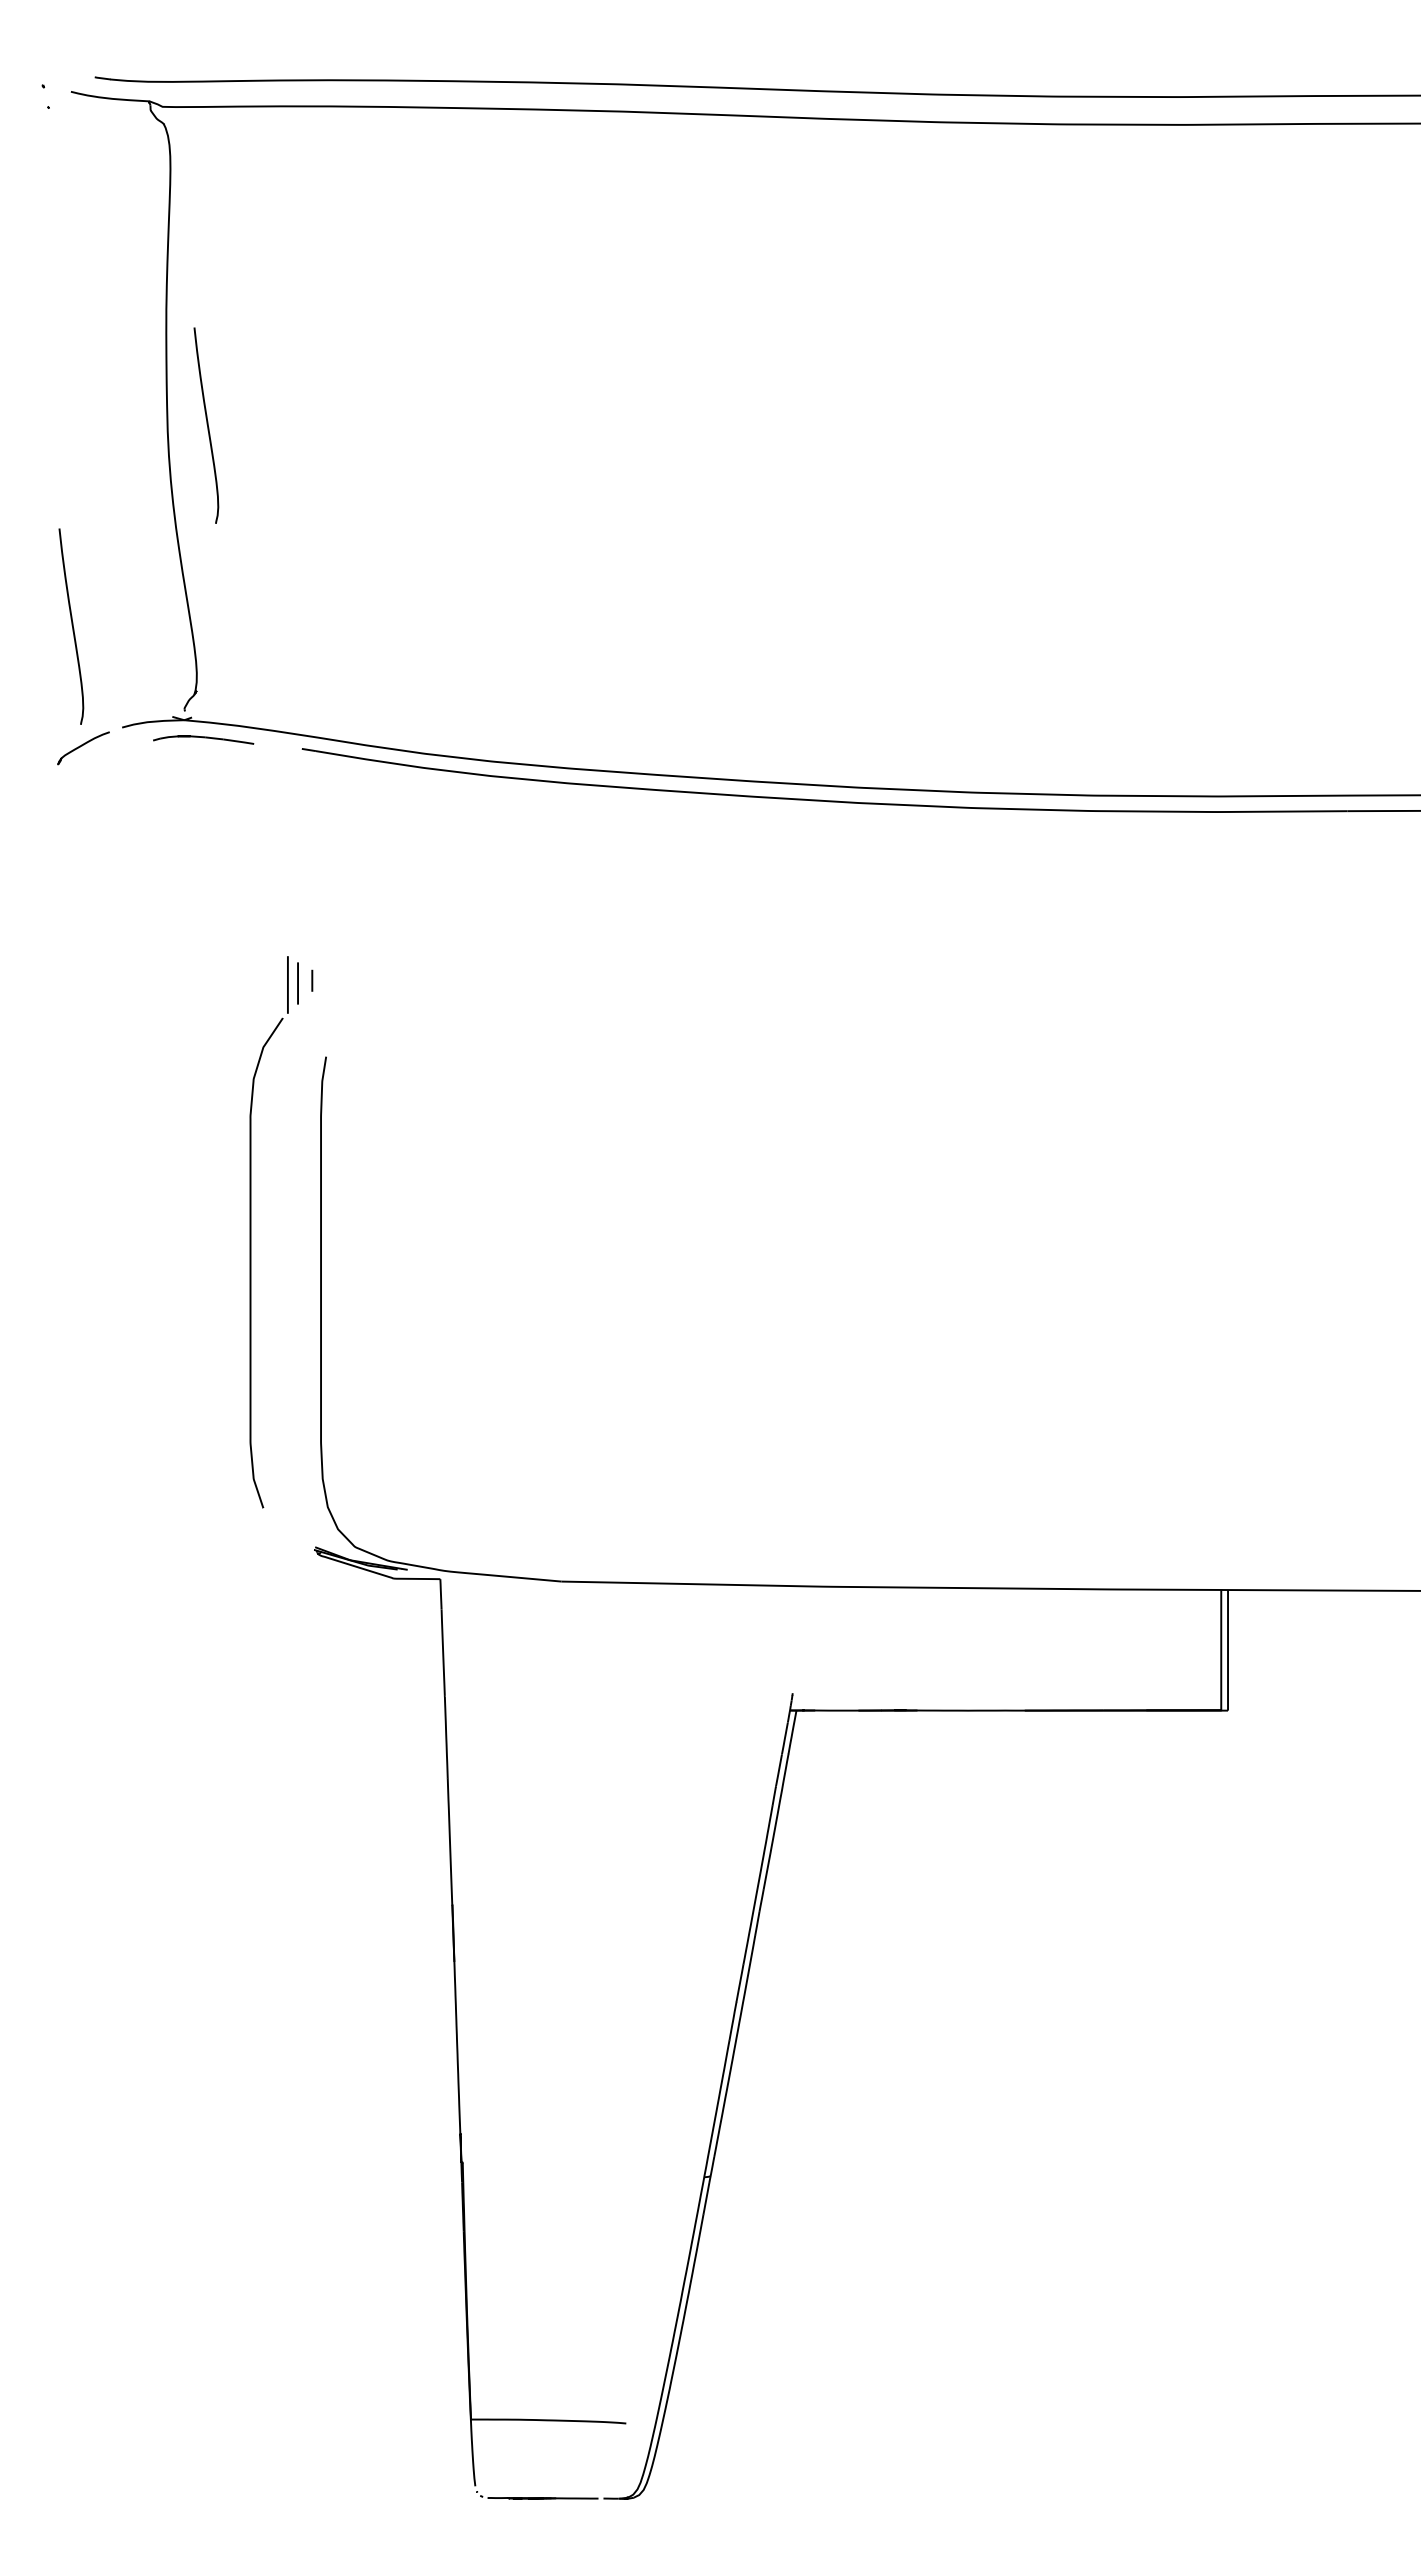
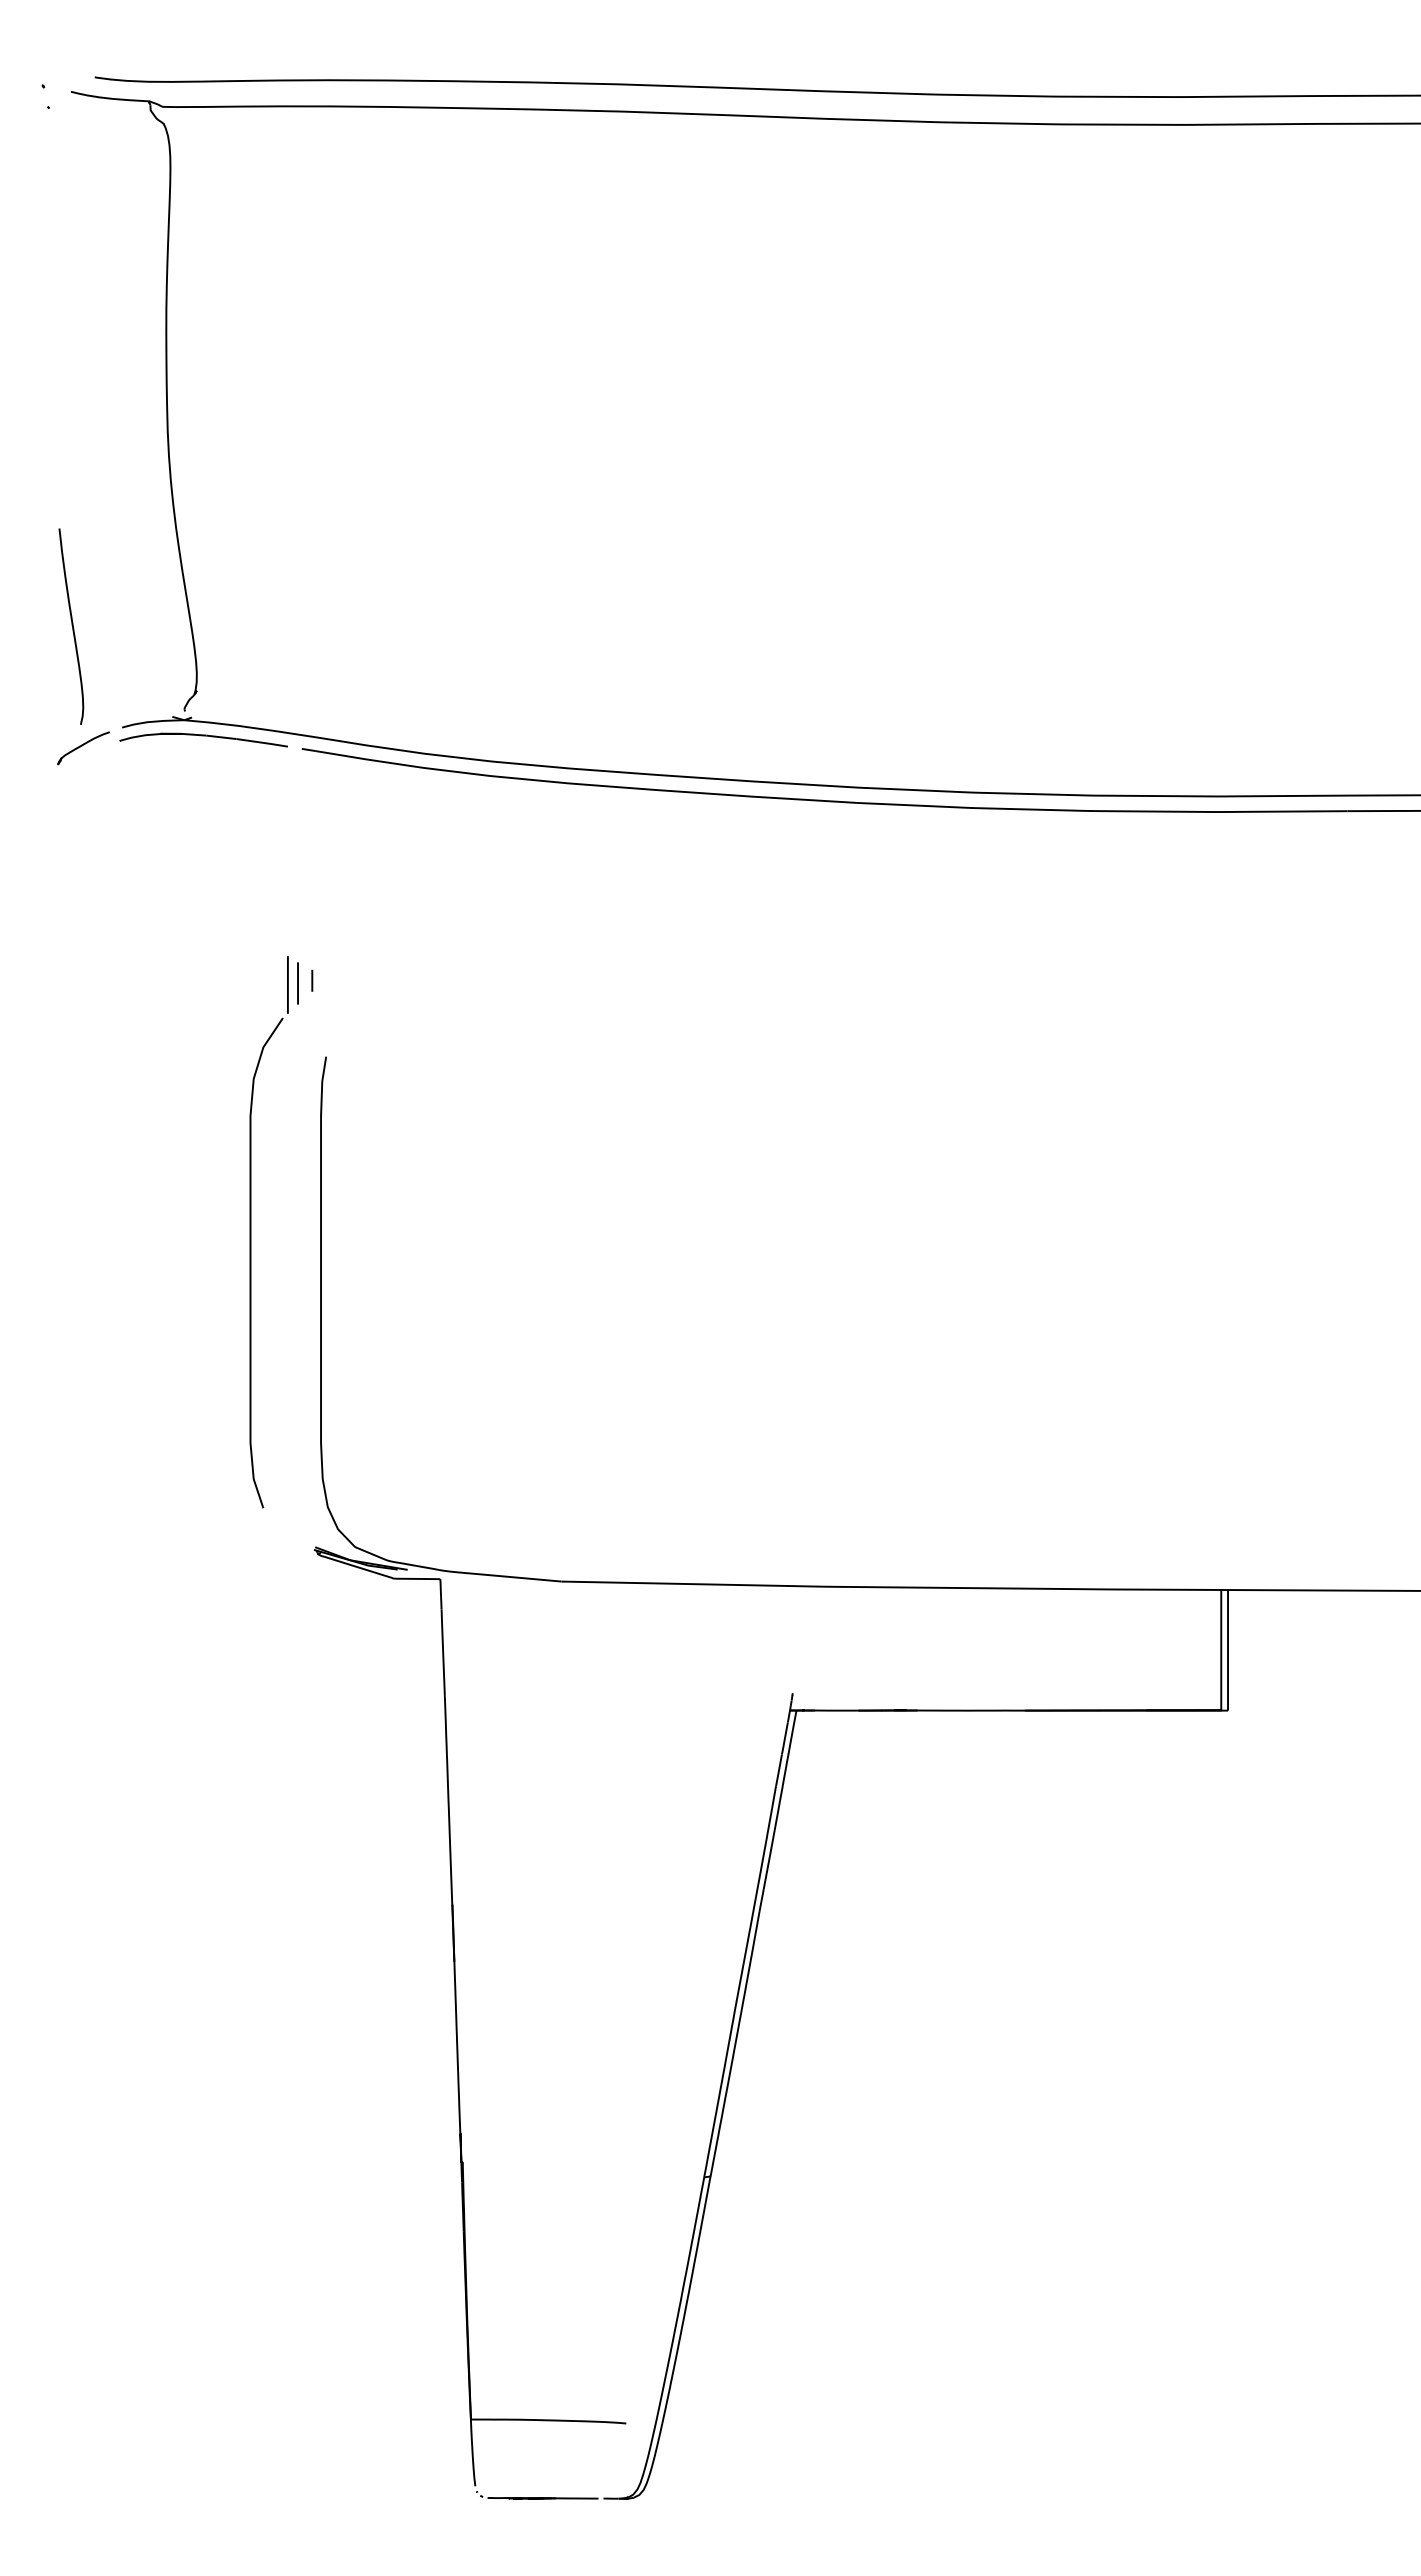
curve at (206, 424): present -> none
part at (203, 739) size: 102x10 px -> 169x16 px
